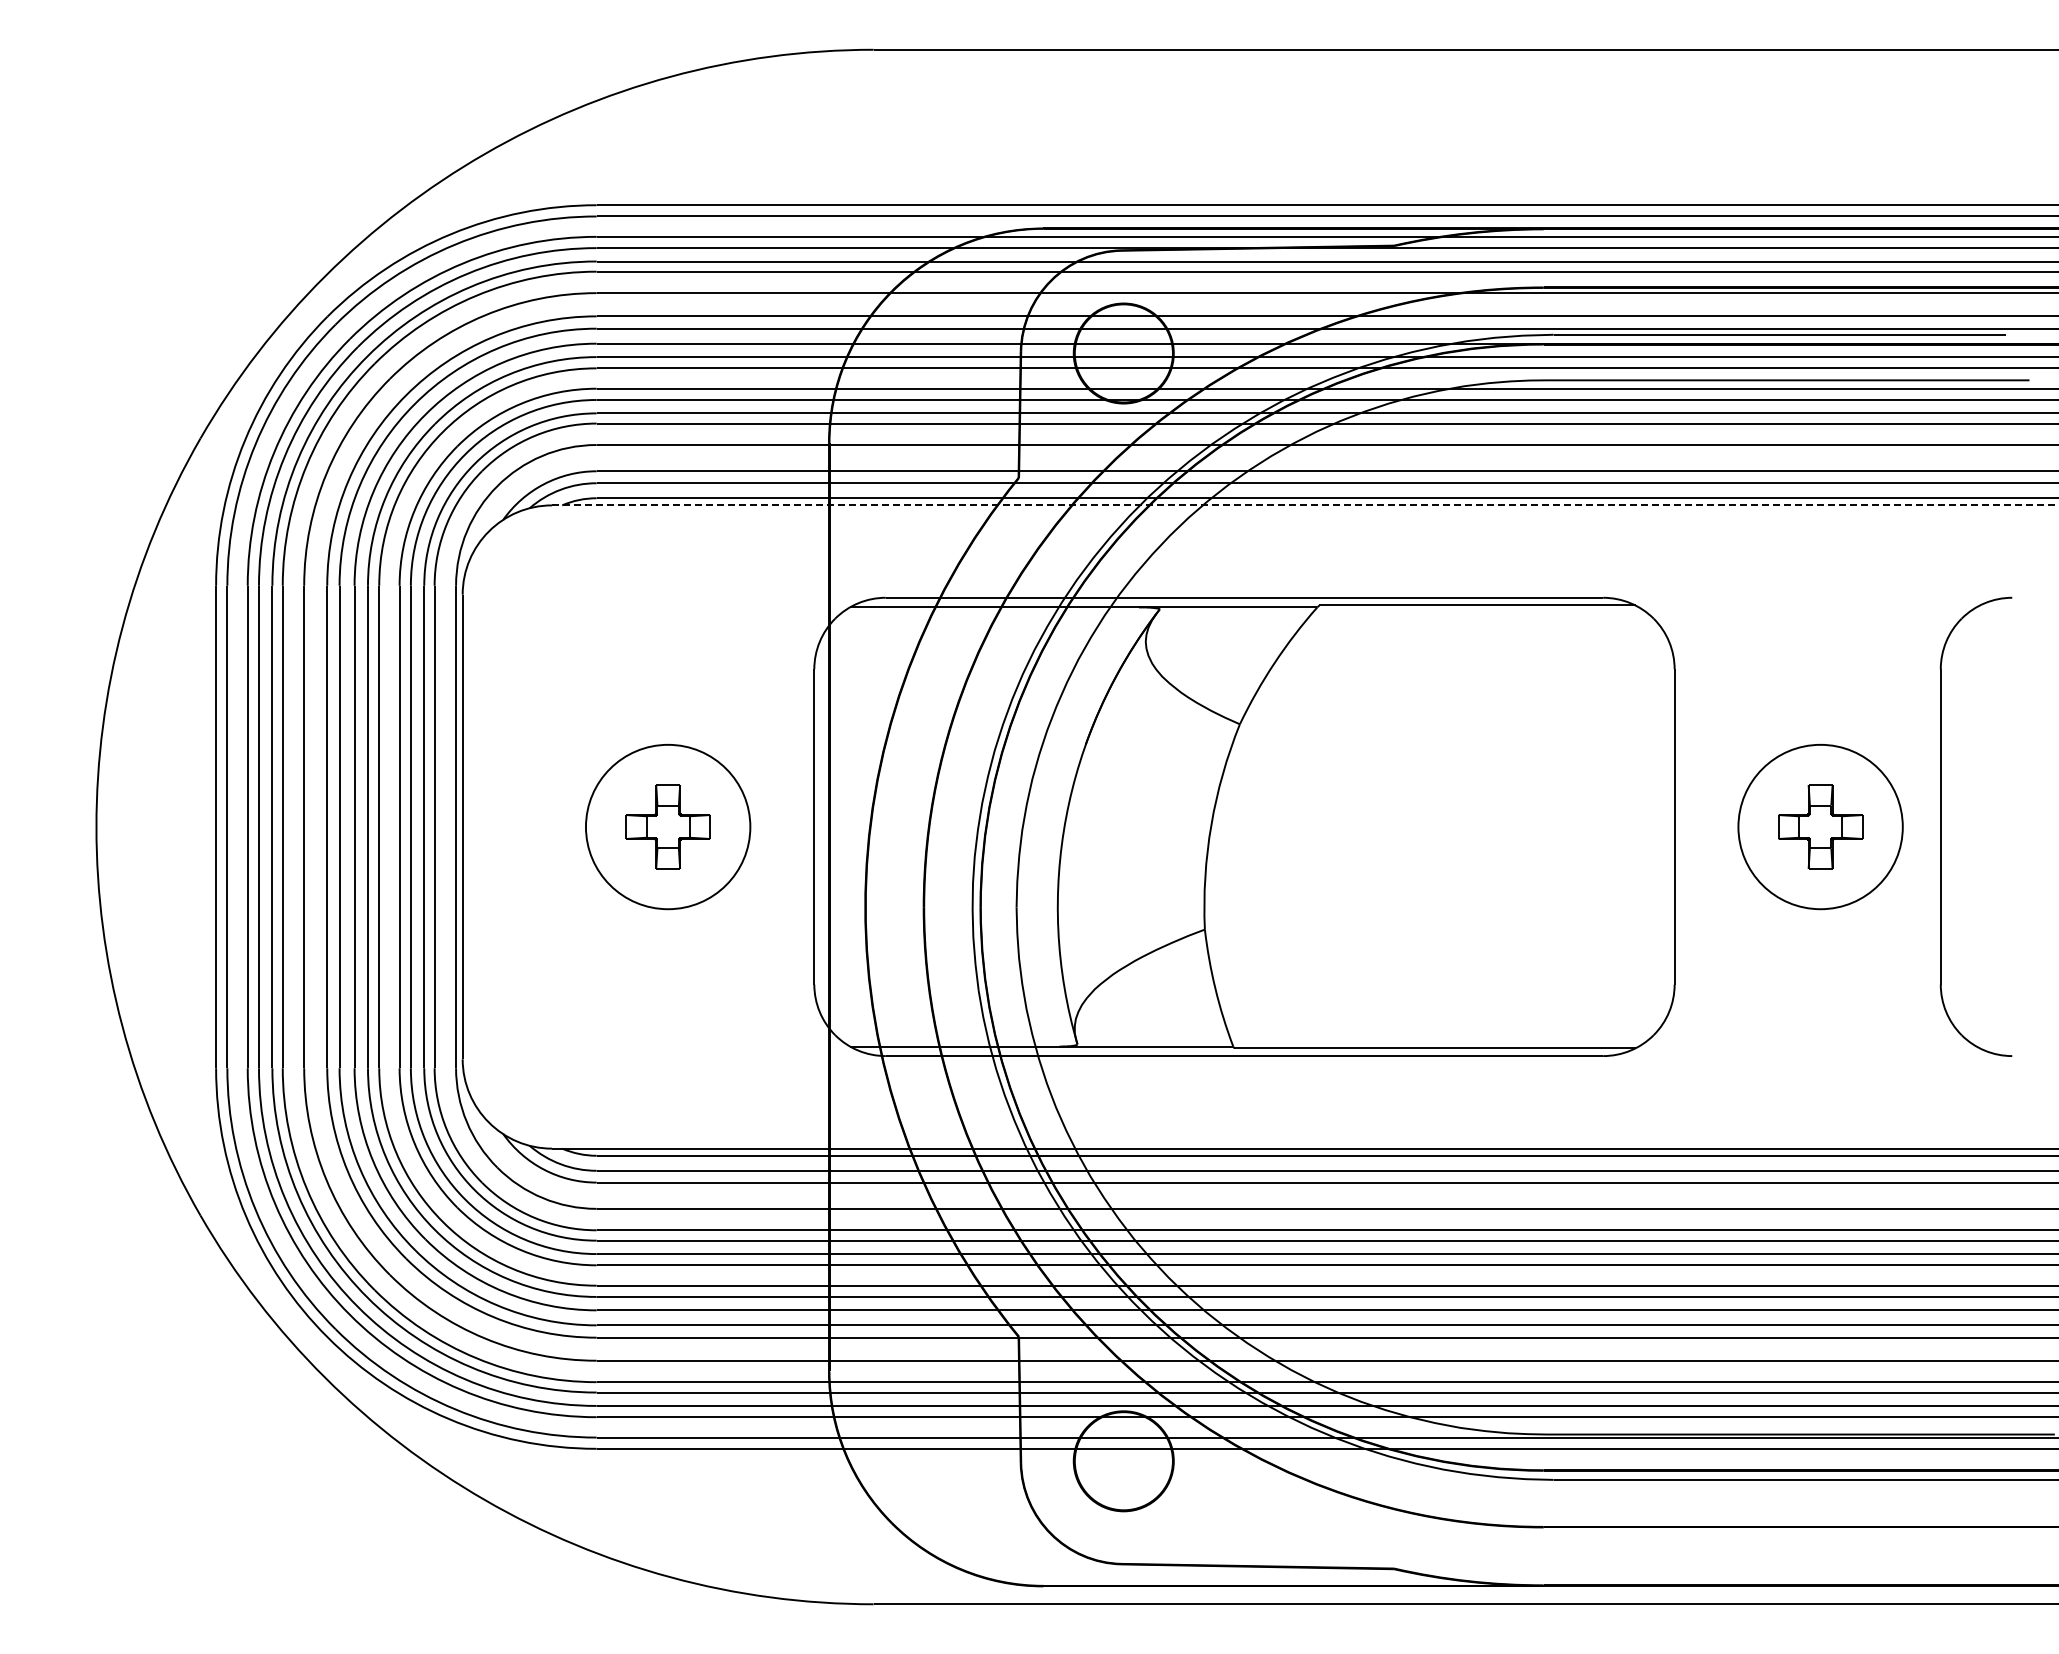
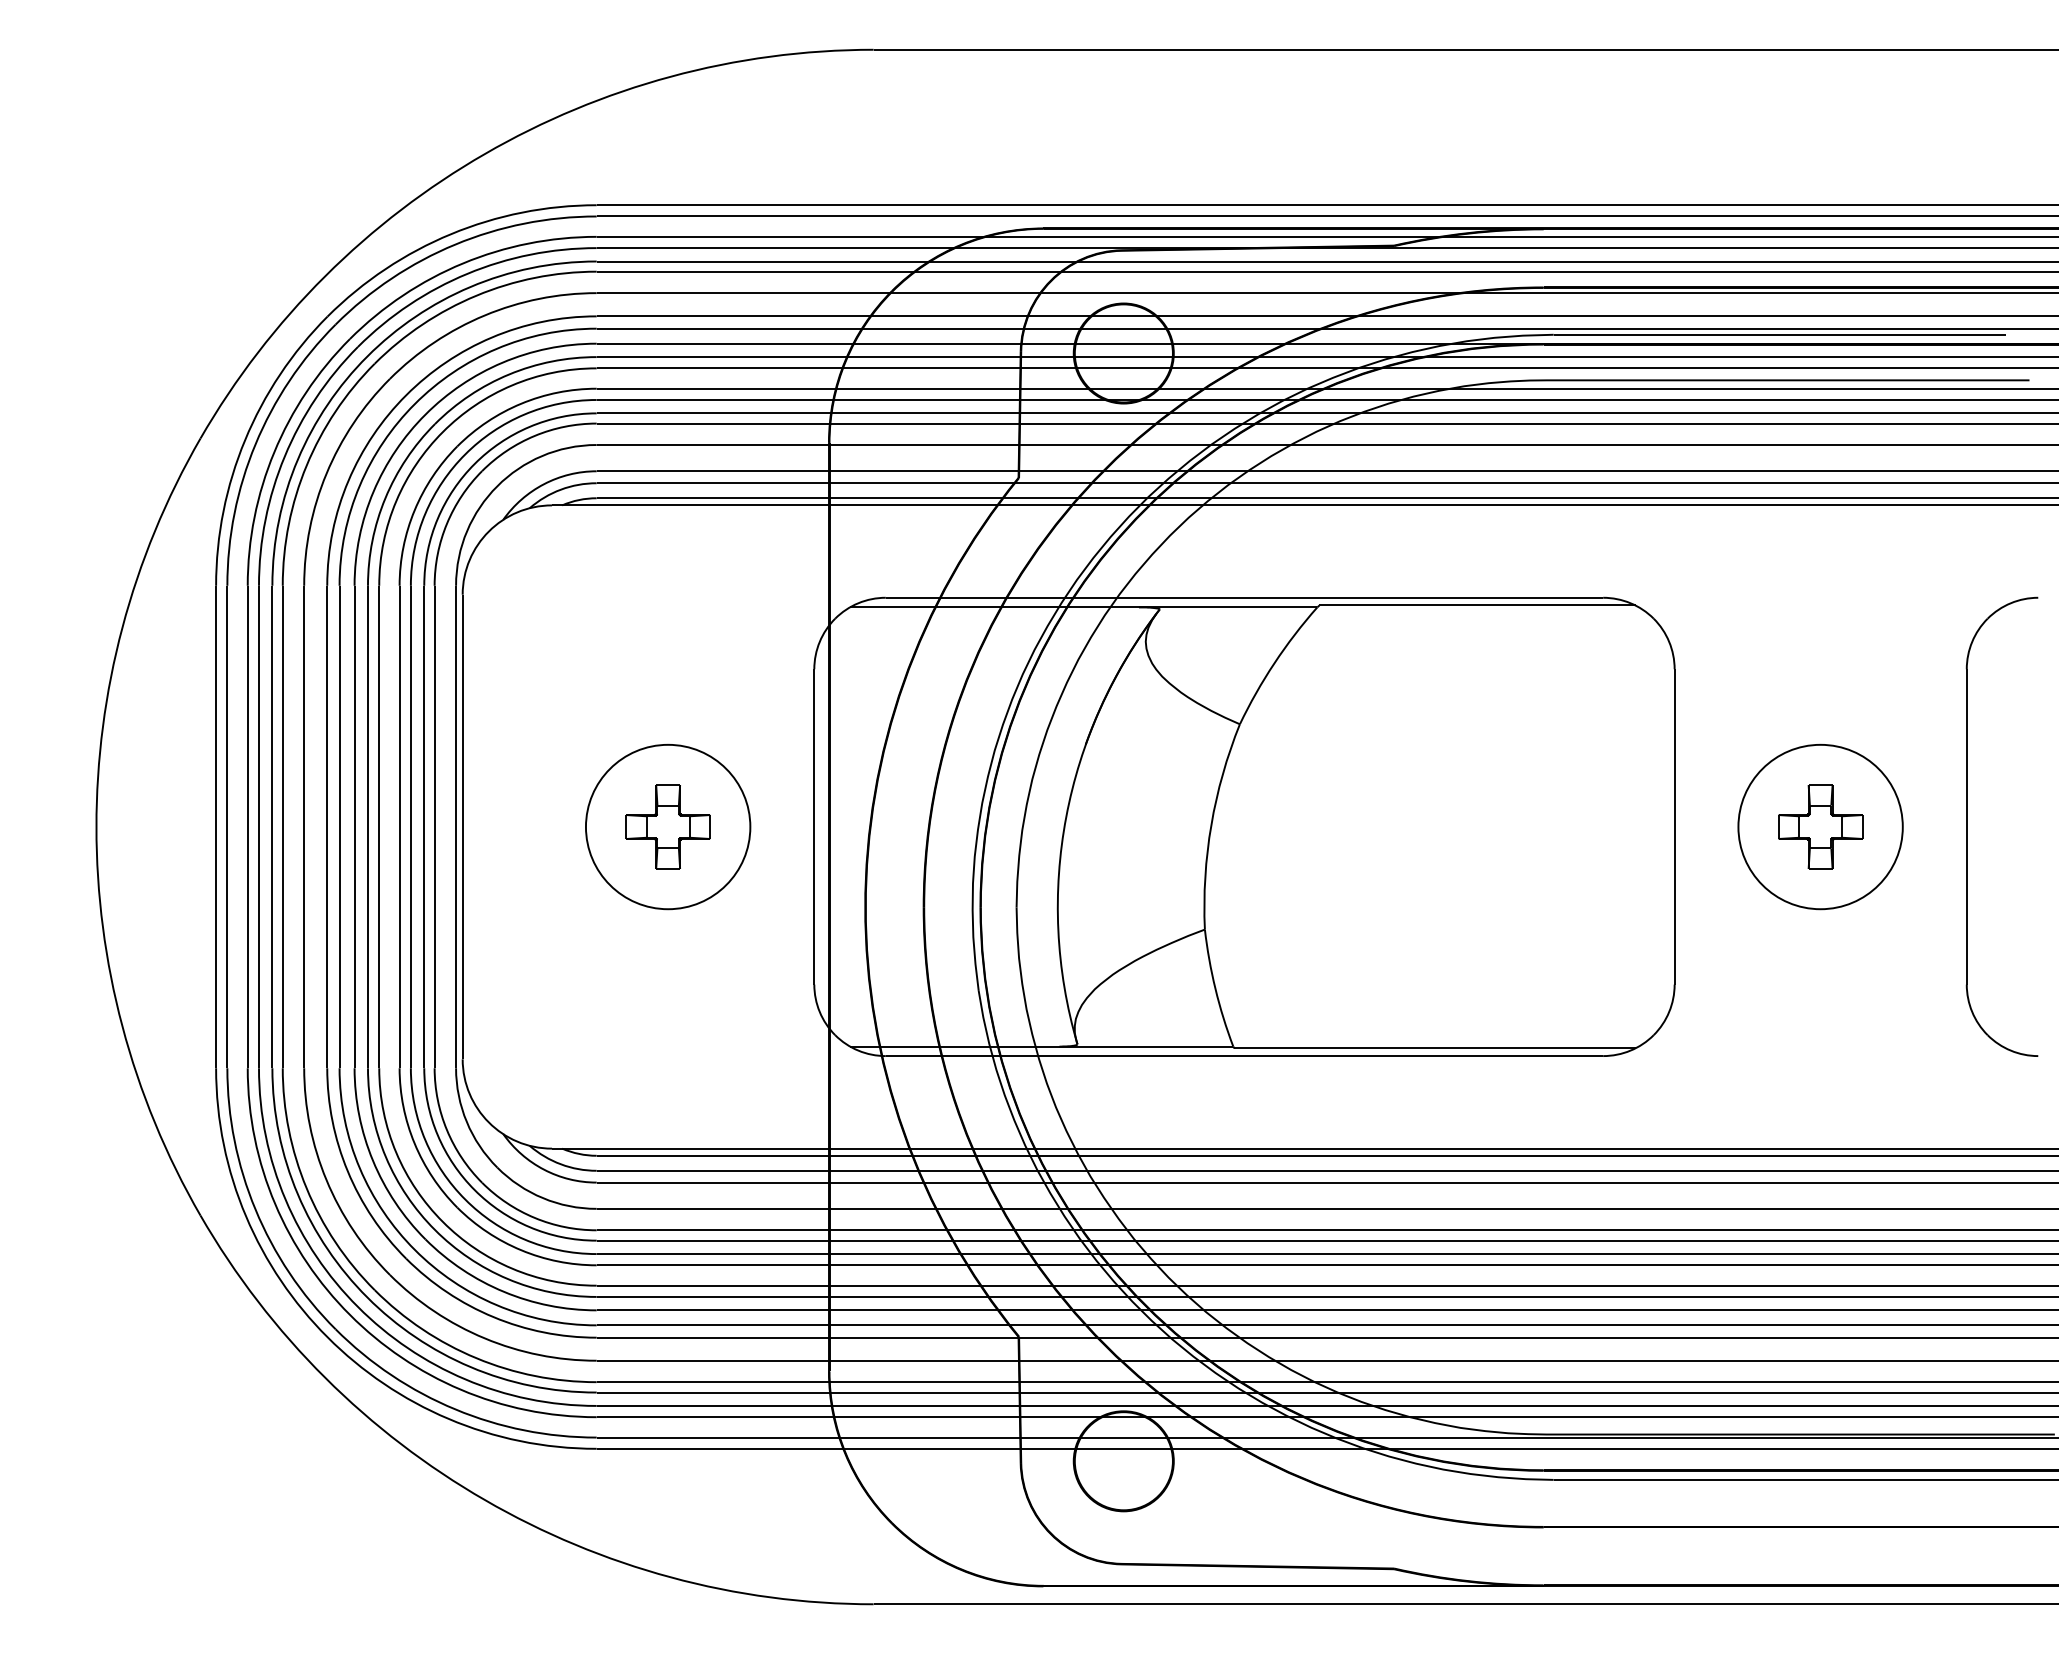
line at (1305, 505): dashed -> solid
part at (1941, 826) position: (1941, 826) -> (1967, 826)
